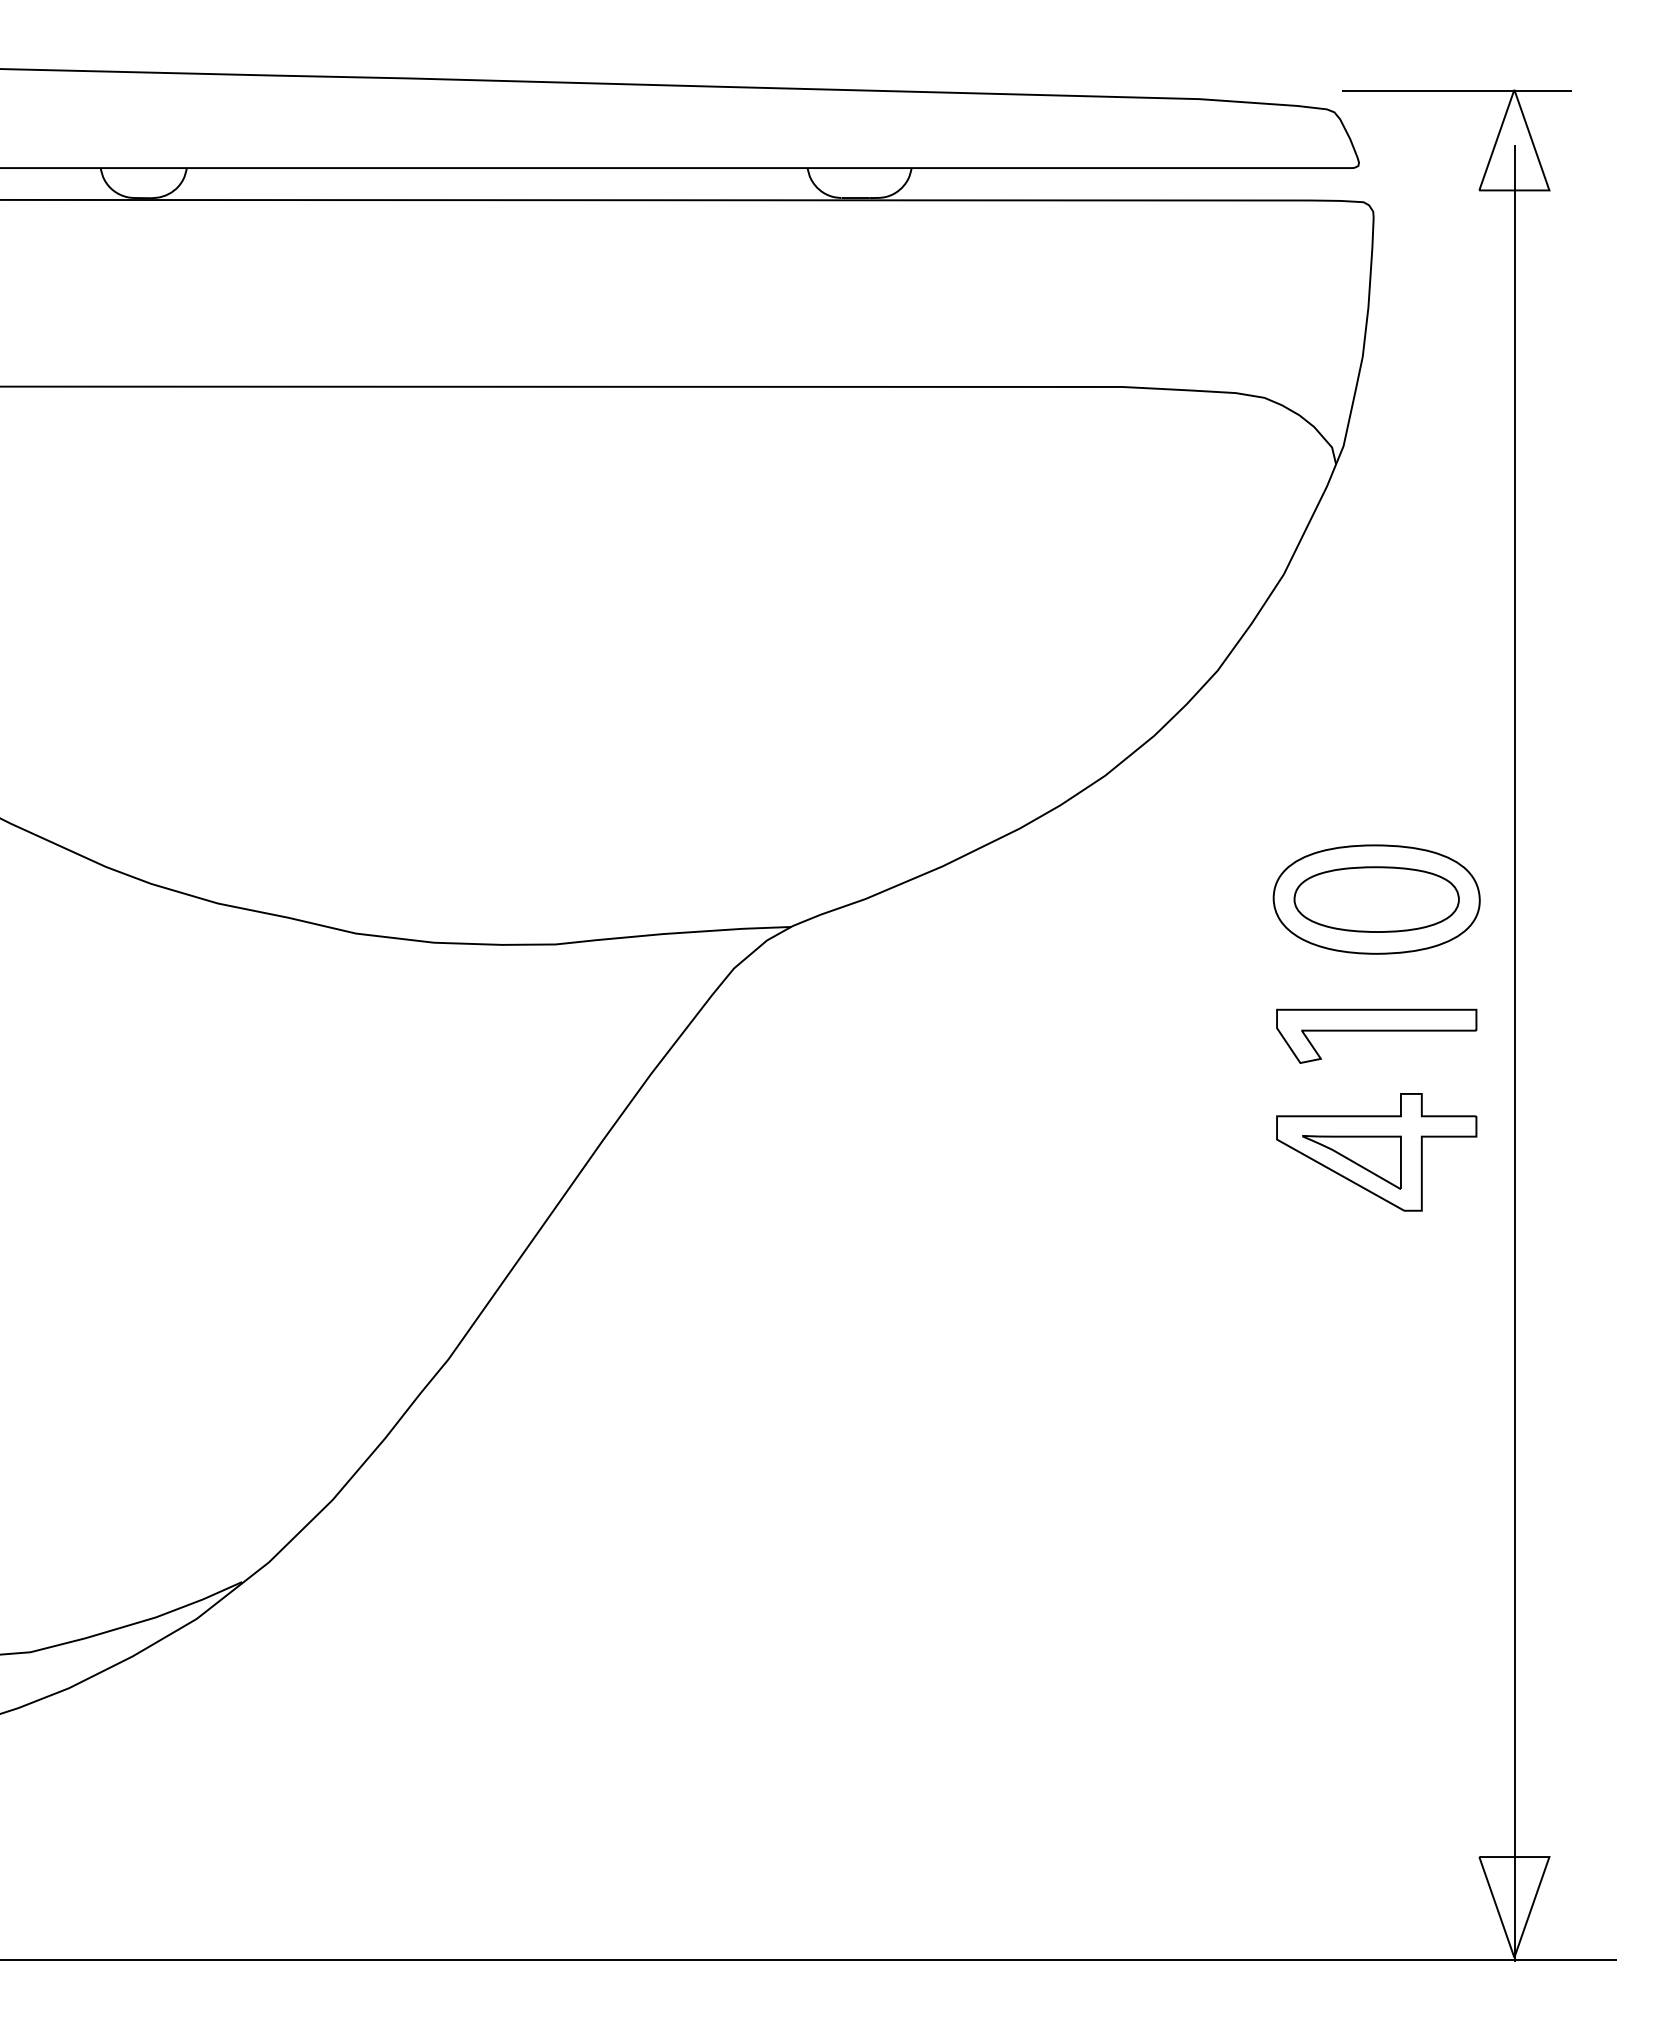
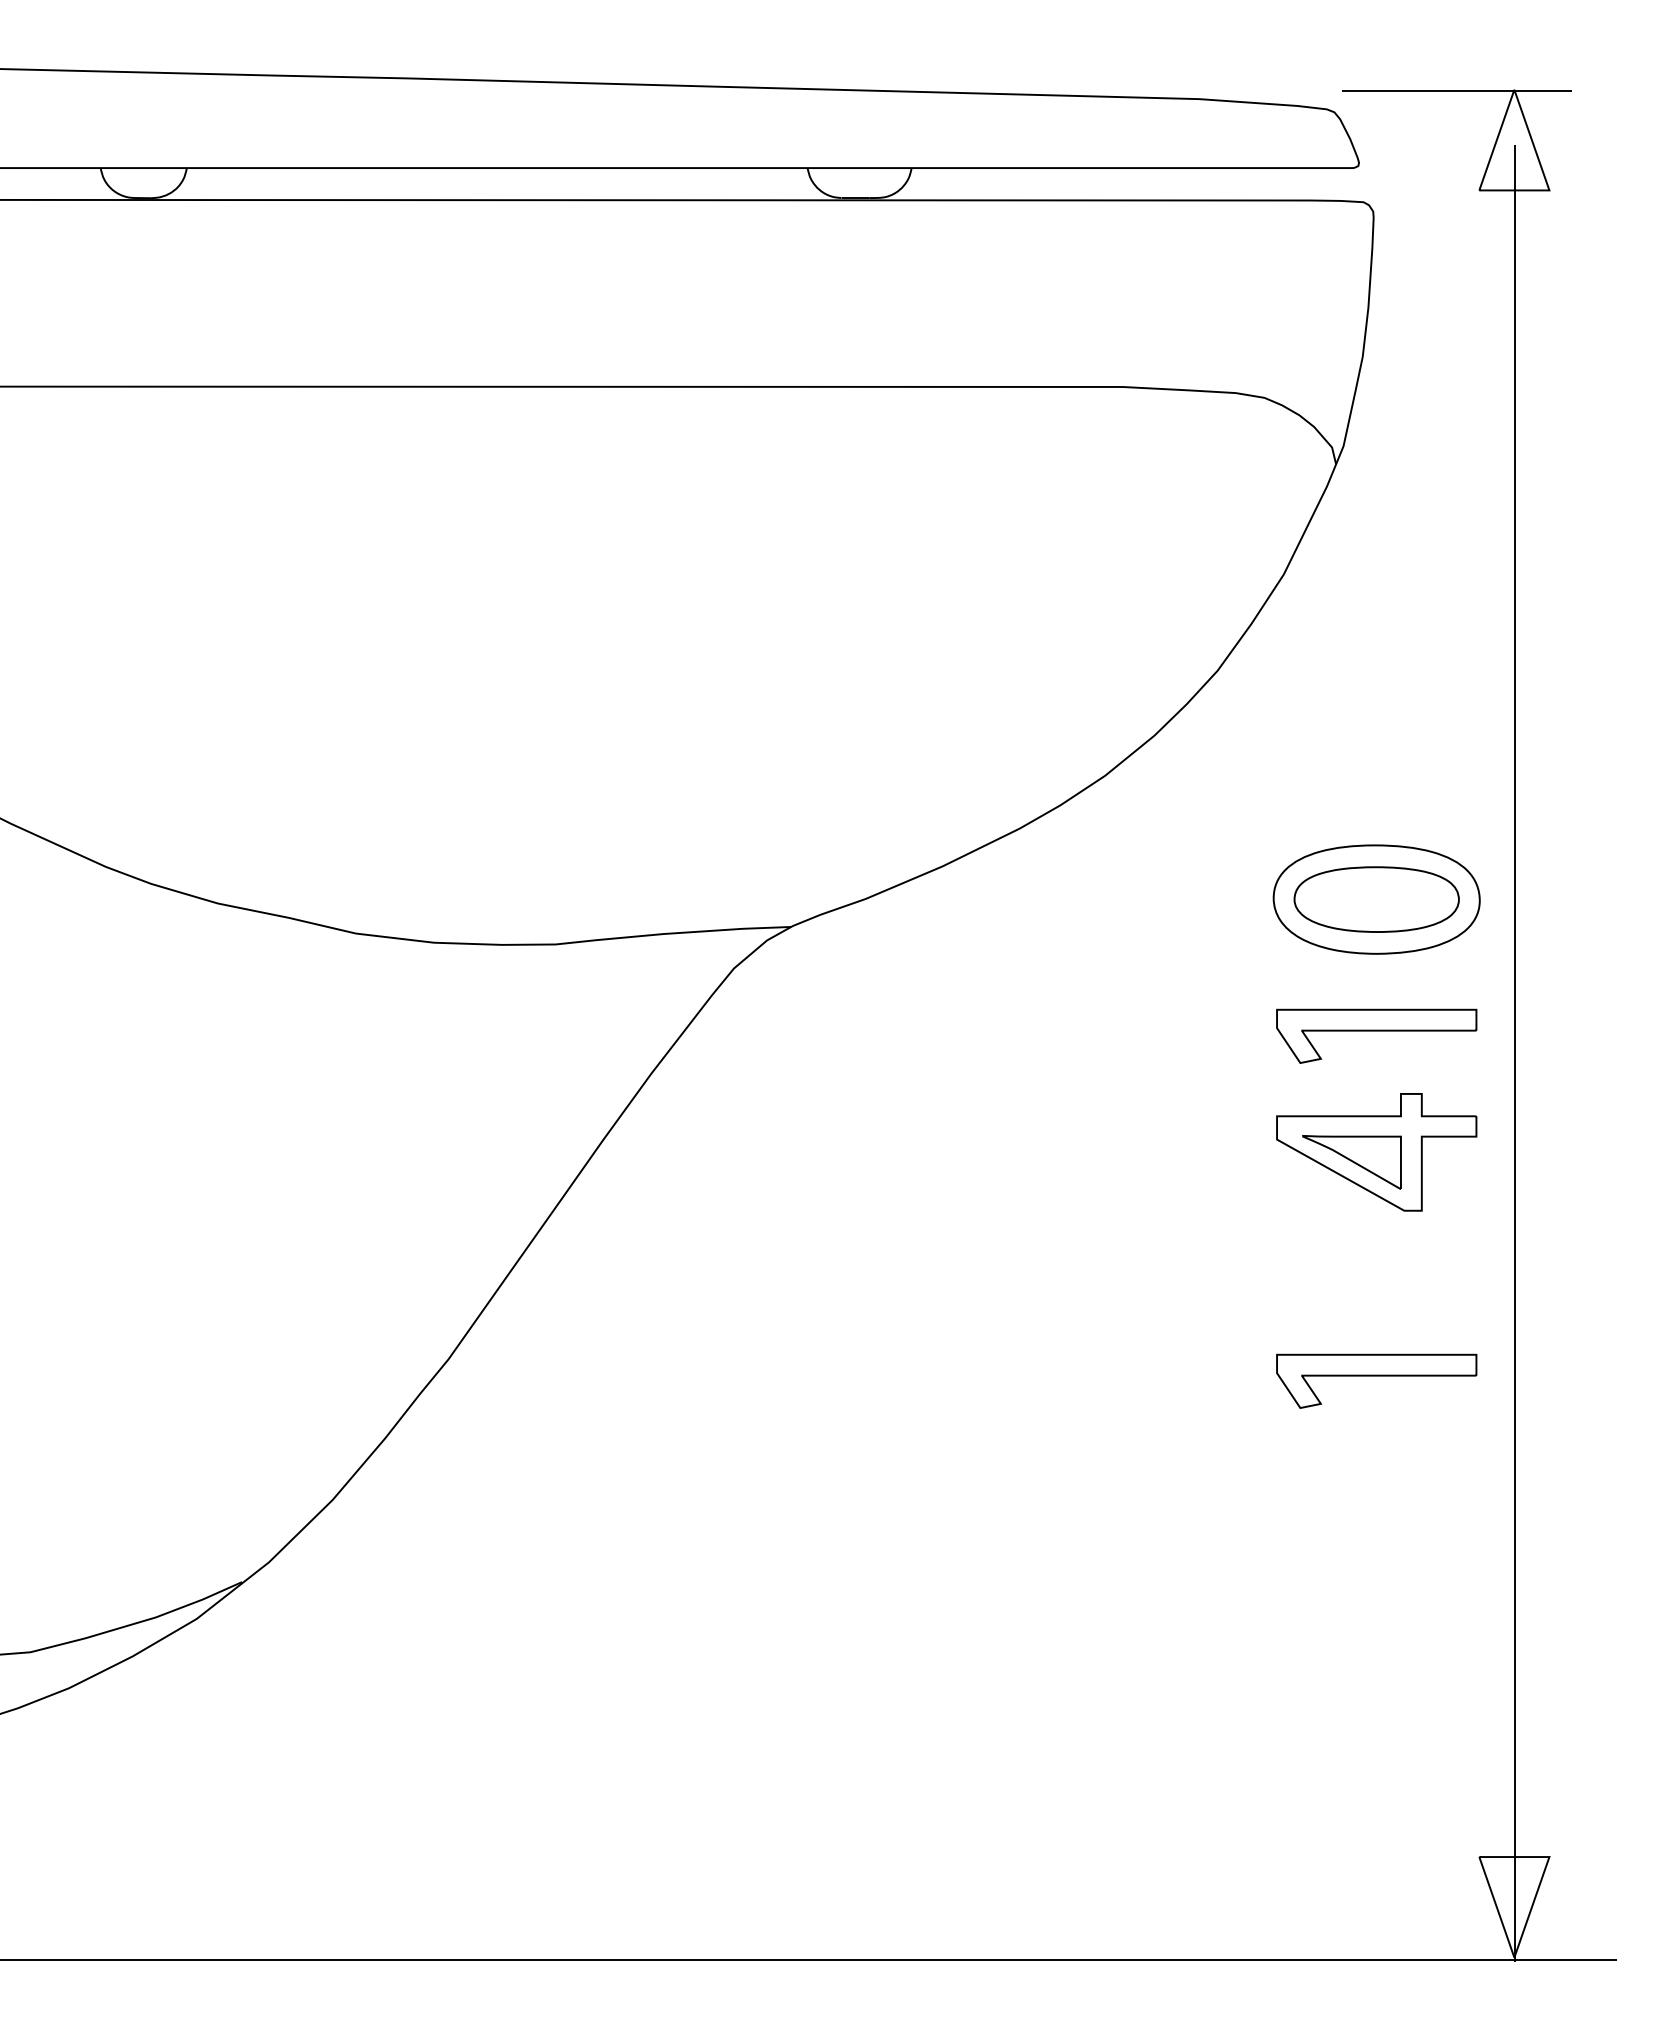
part at (1376, 1380): none -> present
